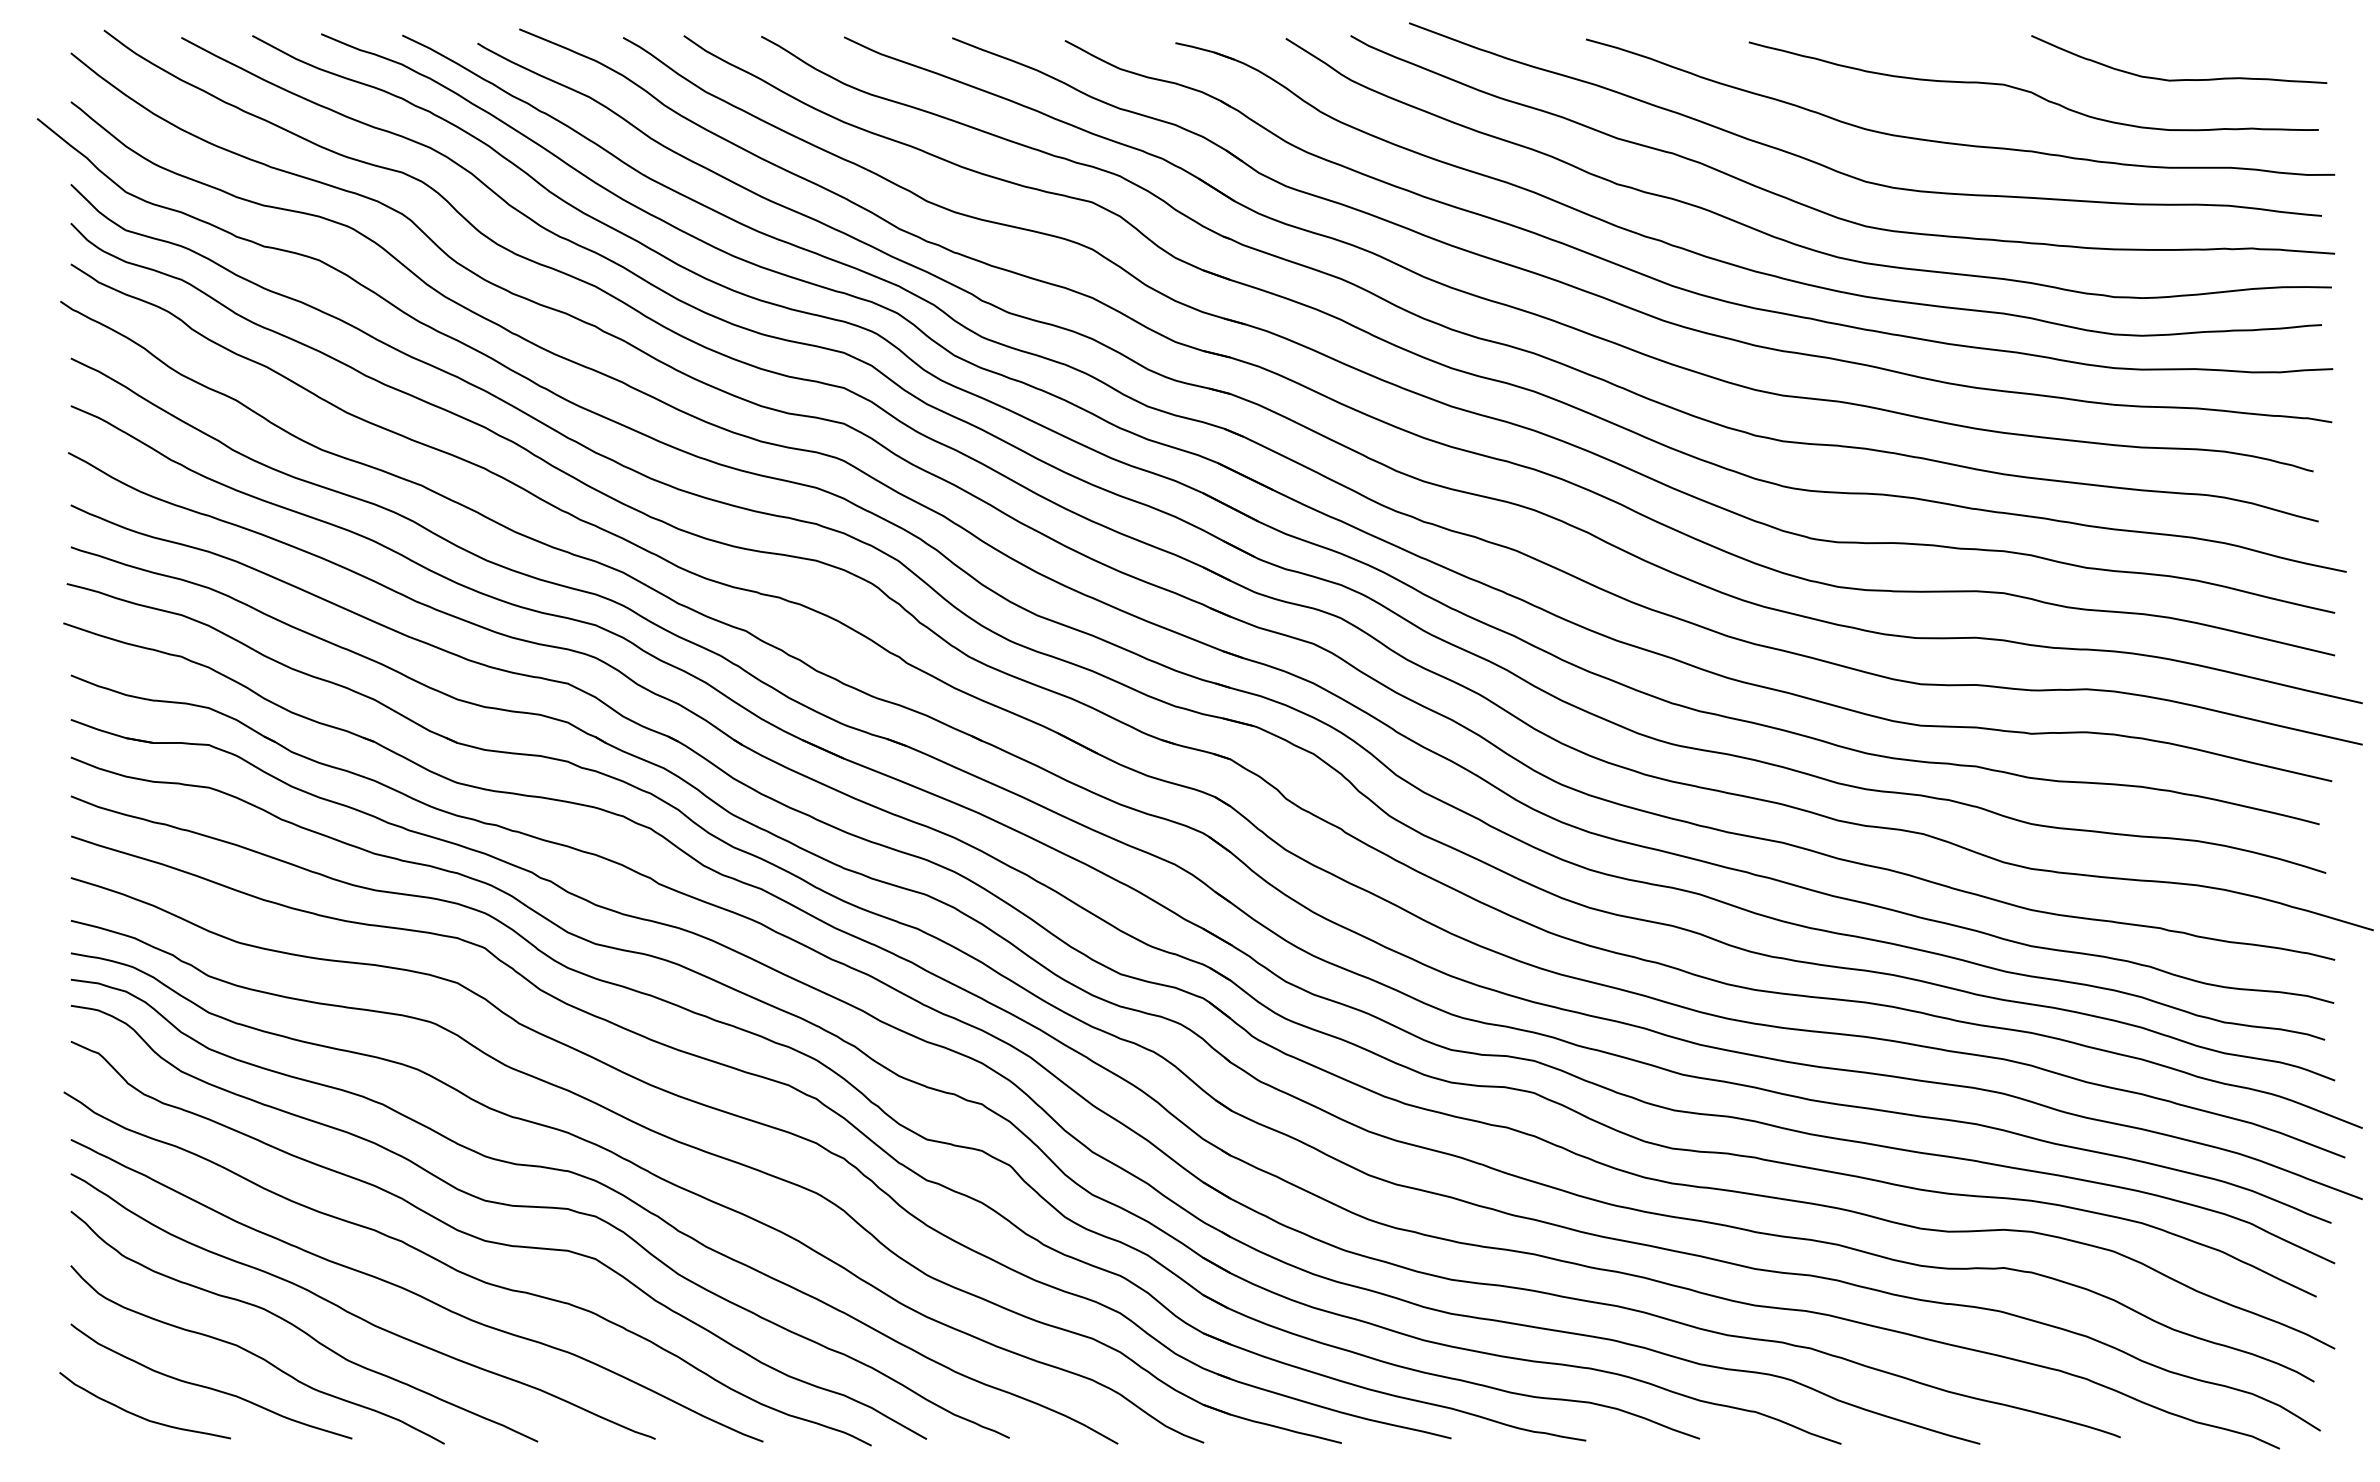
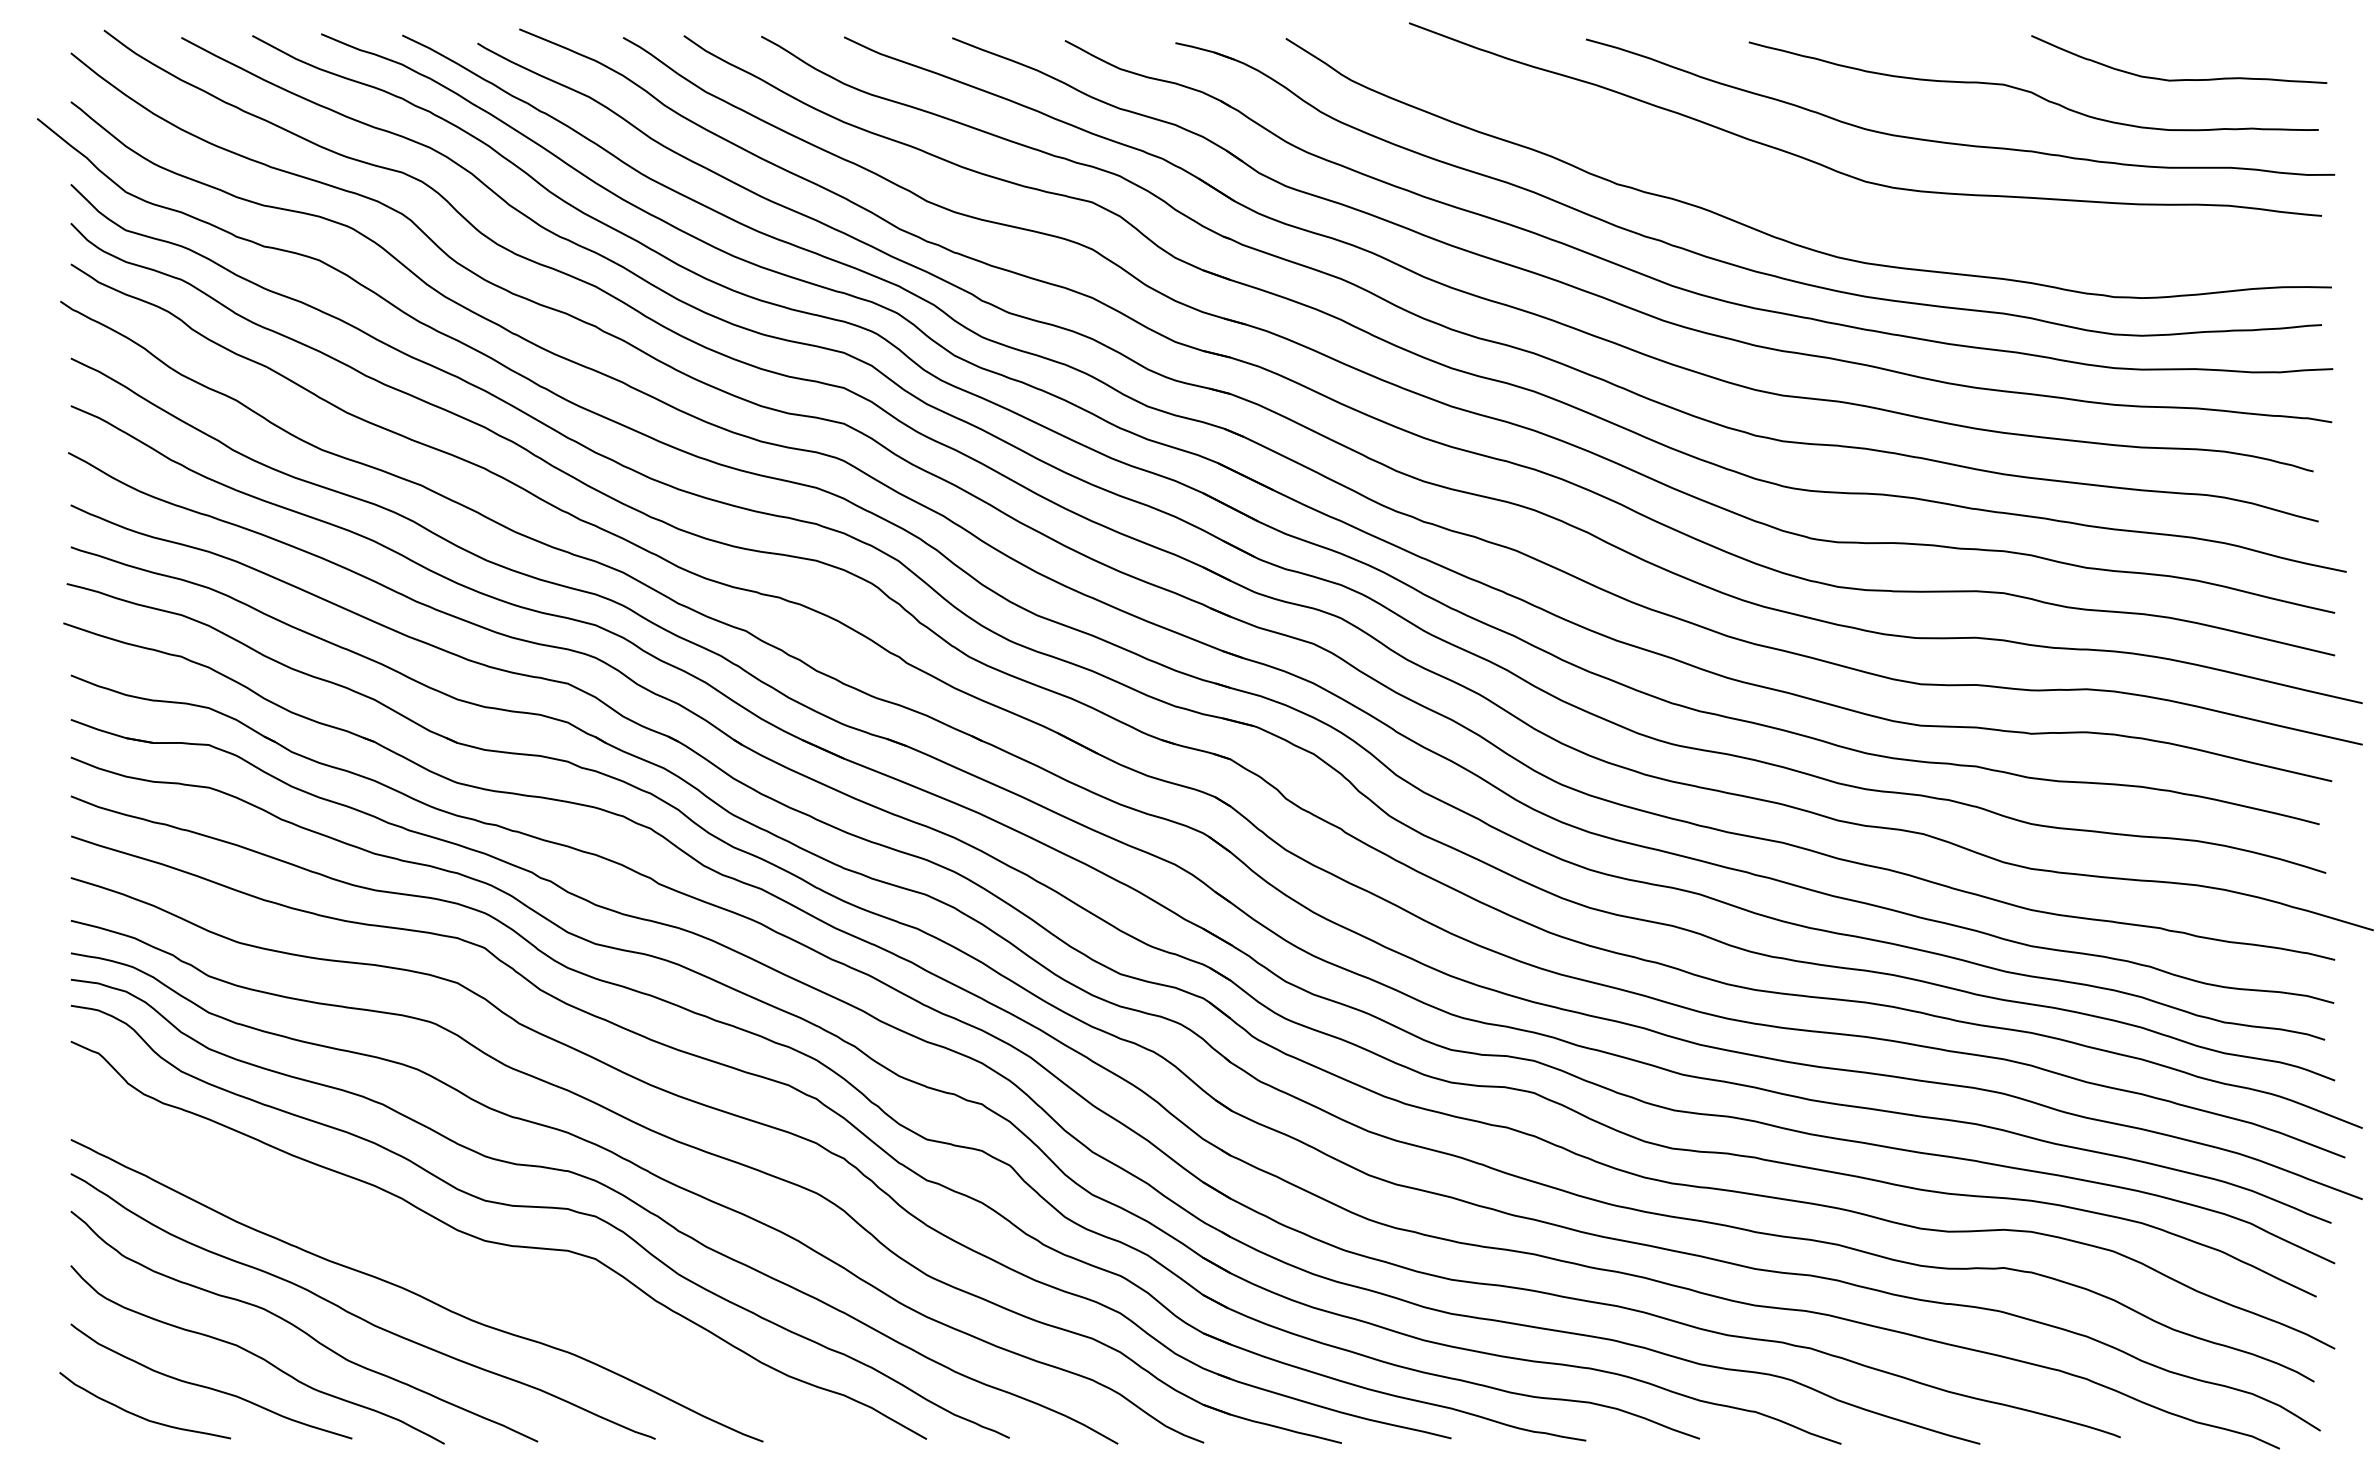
curve at (1816, 208): present -> none
curve at (464, 1272): present -> none
